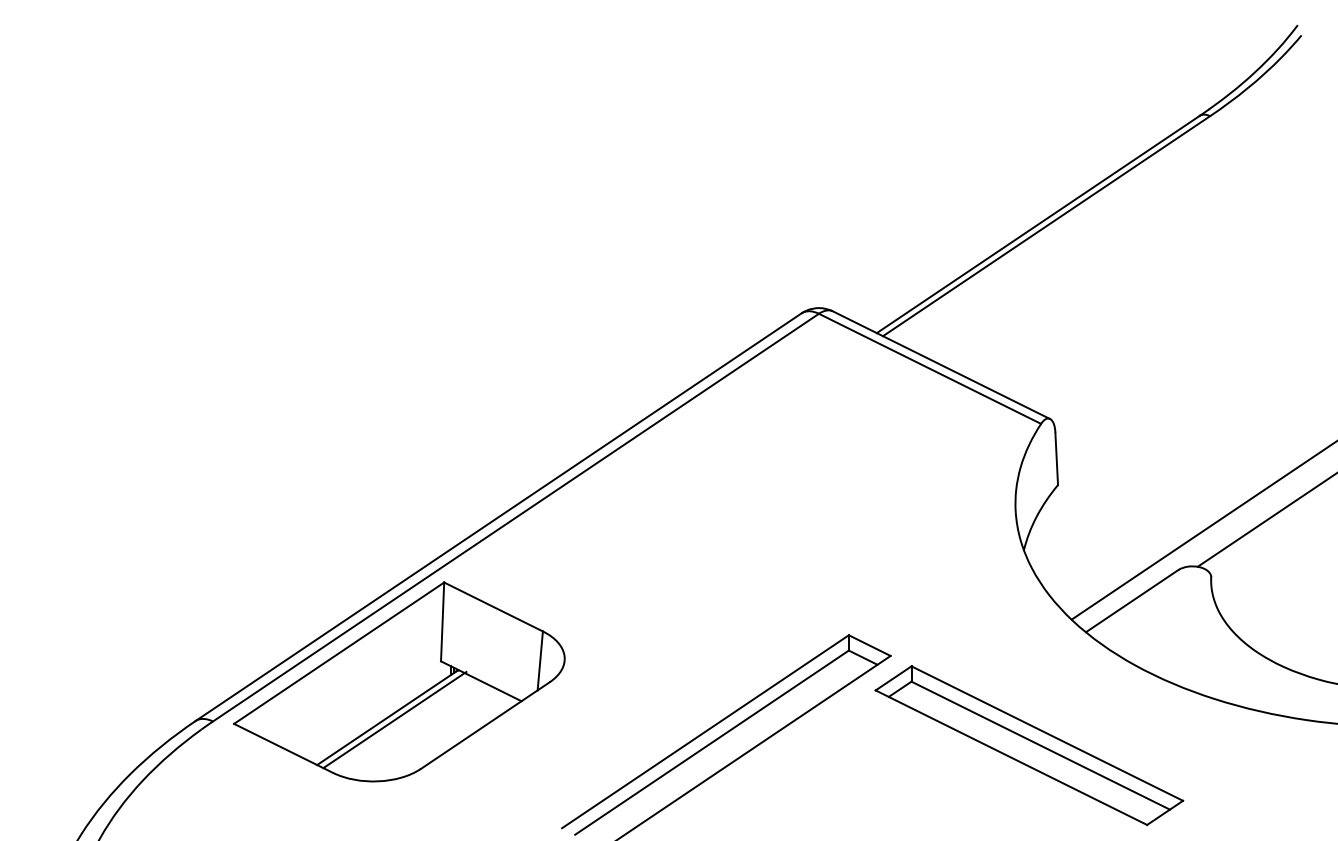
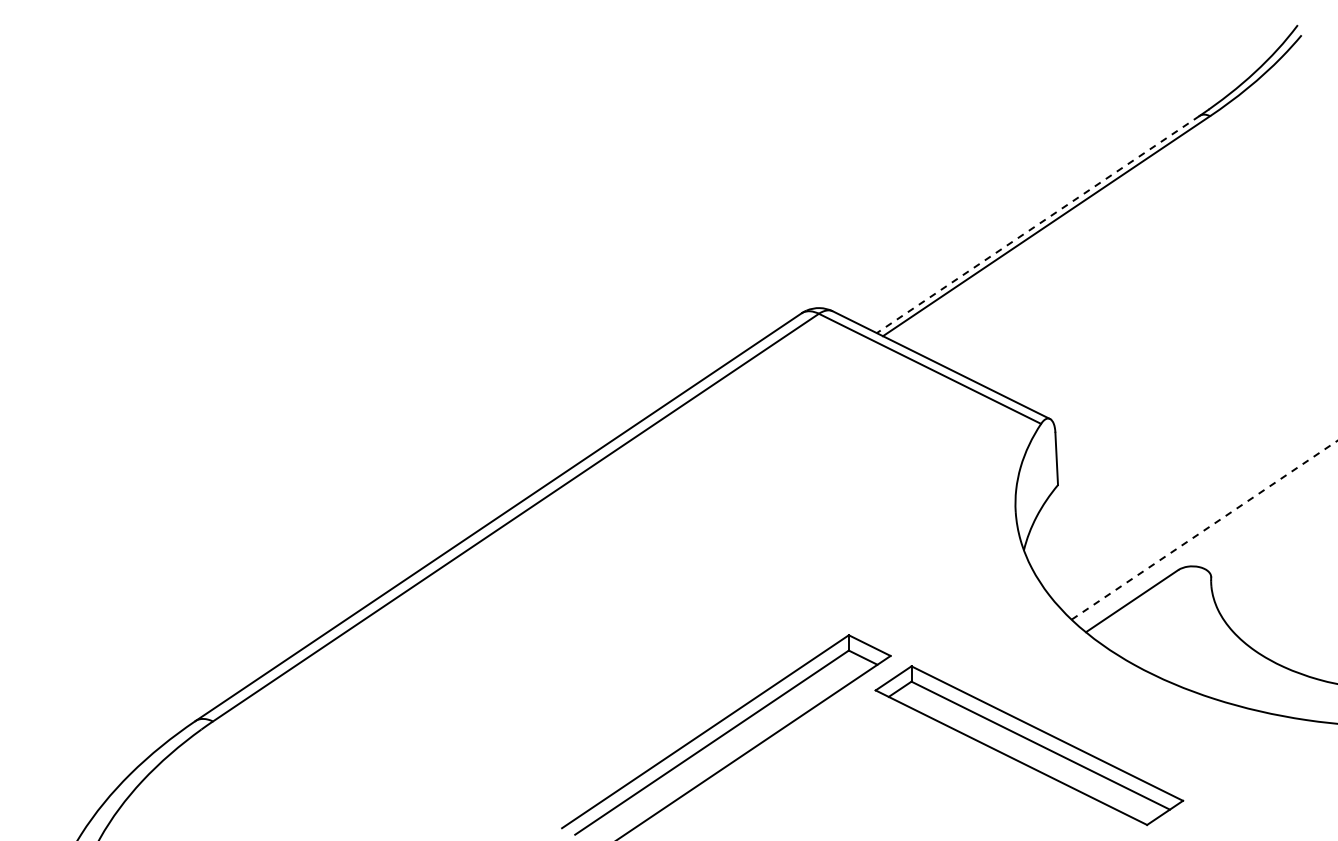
line at (1038, 224): solid -> dashed
line at (1265, 520): present -> none
line at (1204, 530): solid -> dashed
part at (399, 681): present -> none
